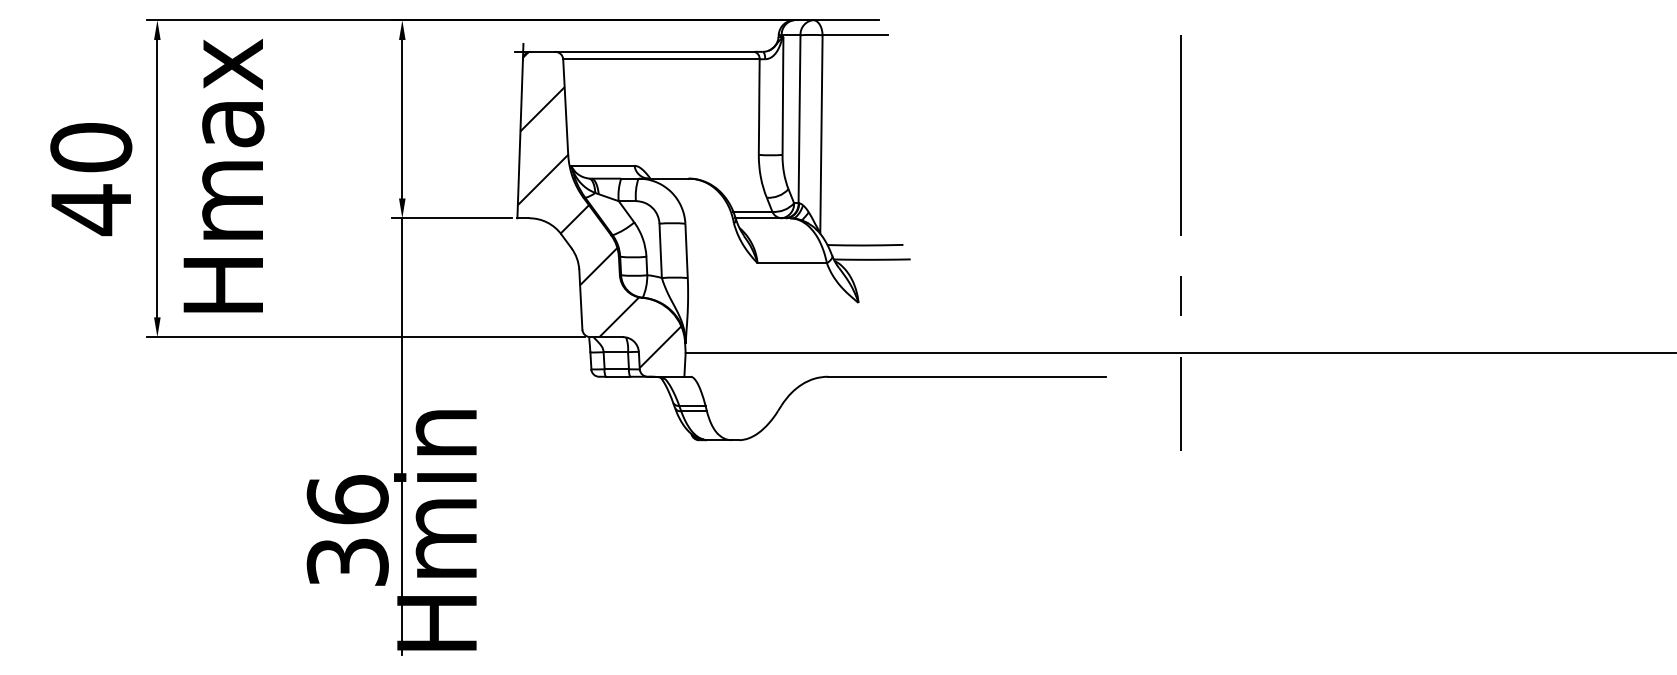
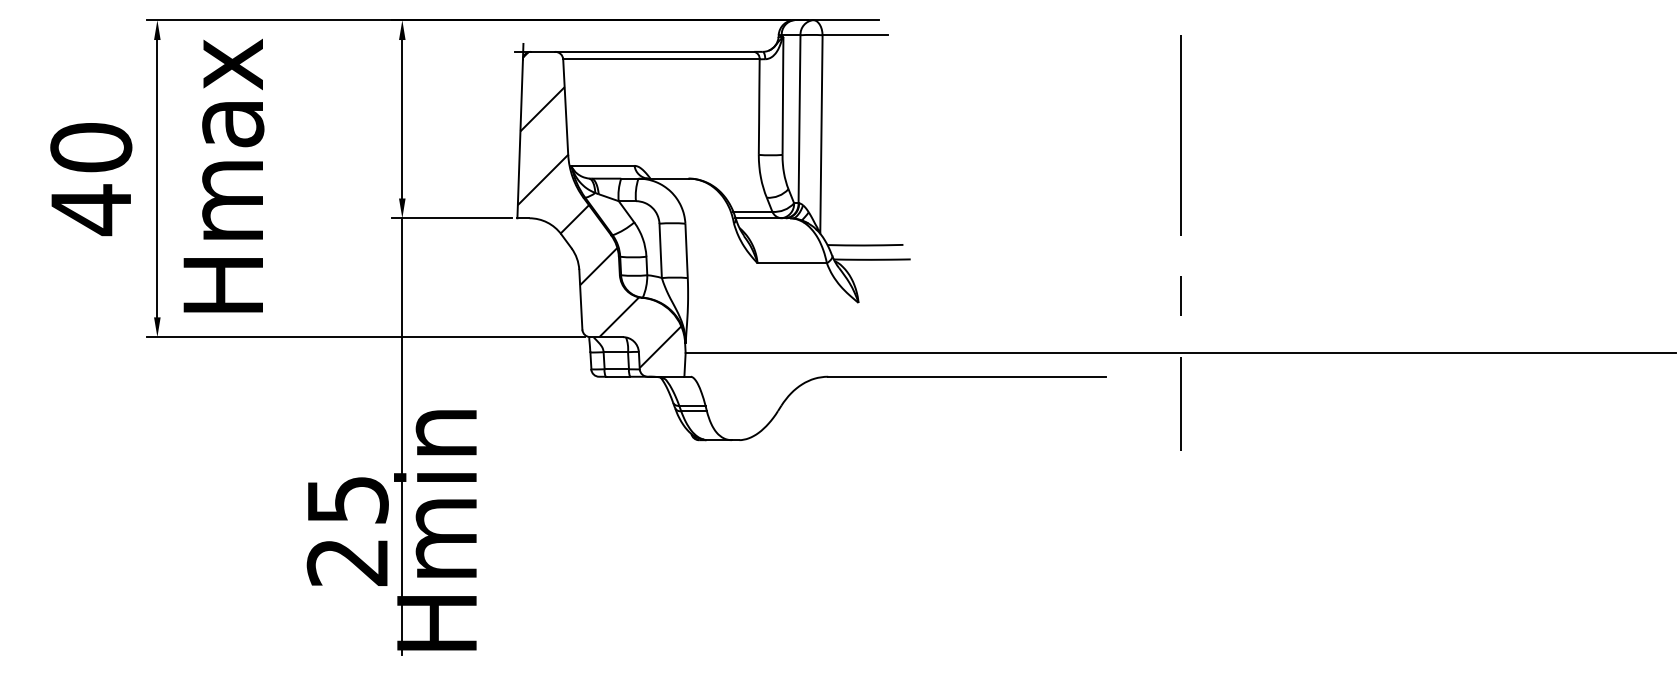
text at (347, 530): 36 -> 25
